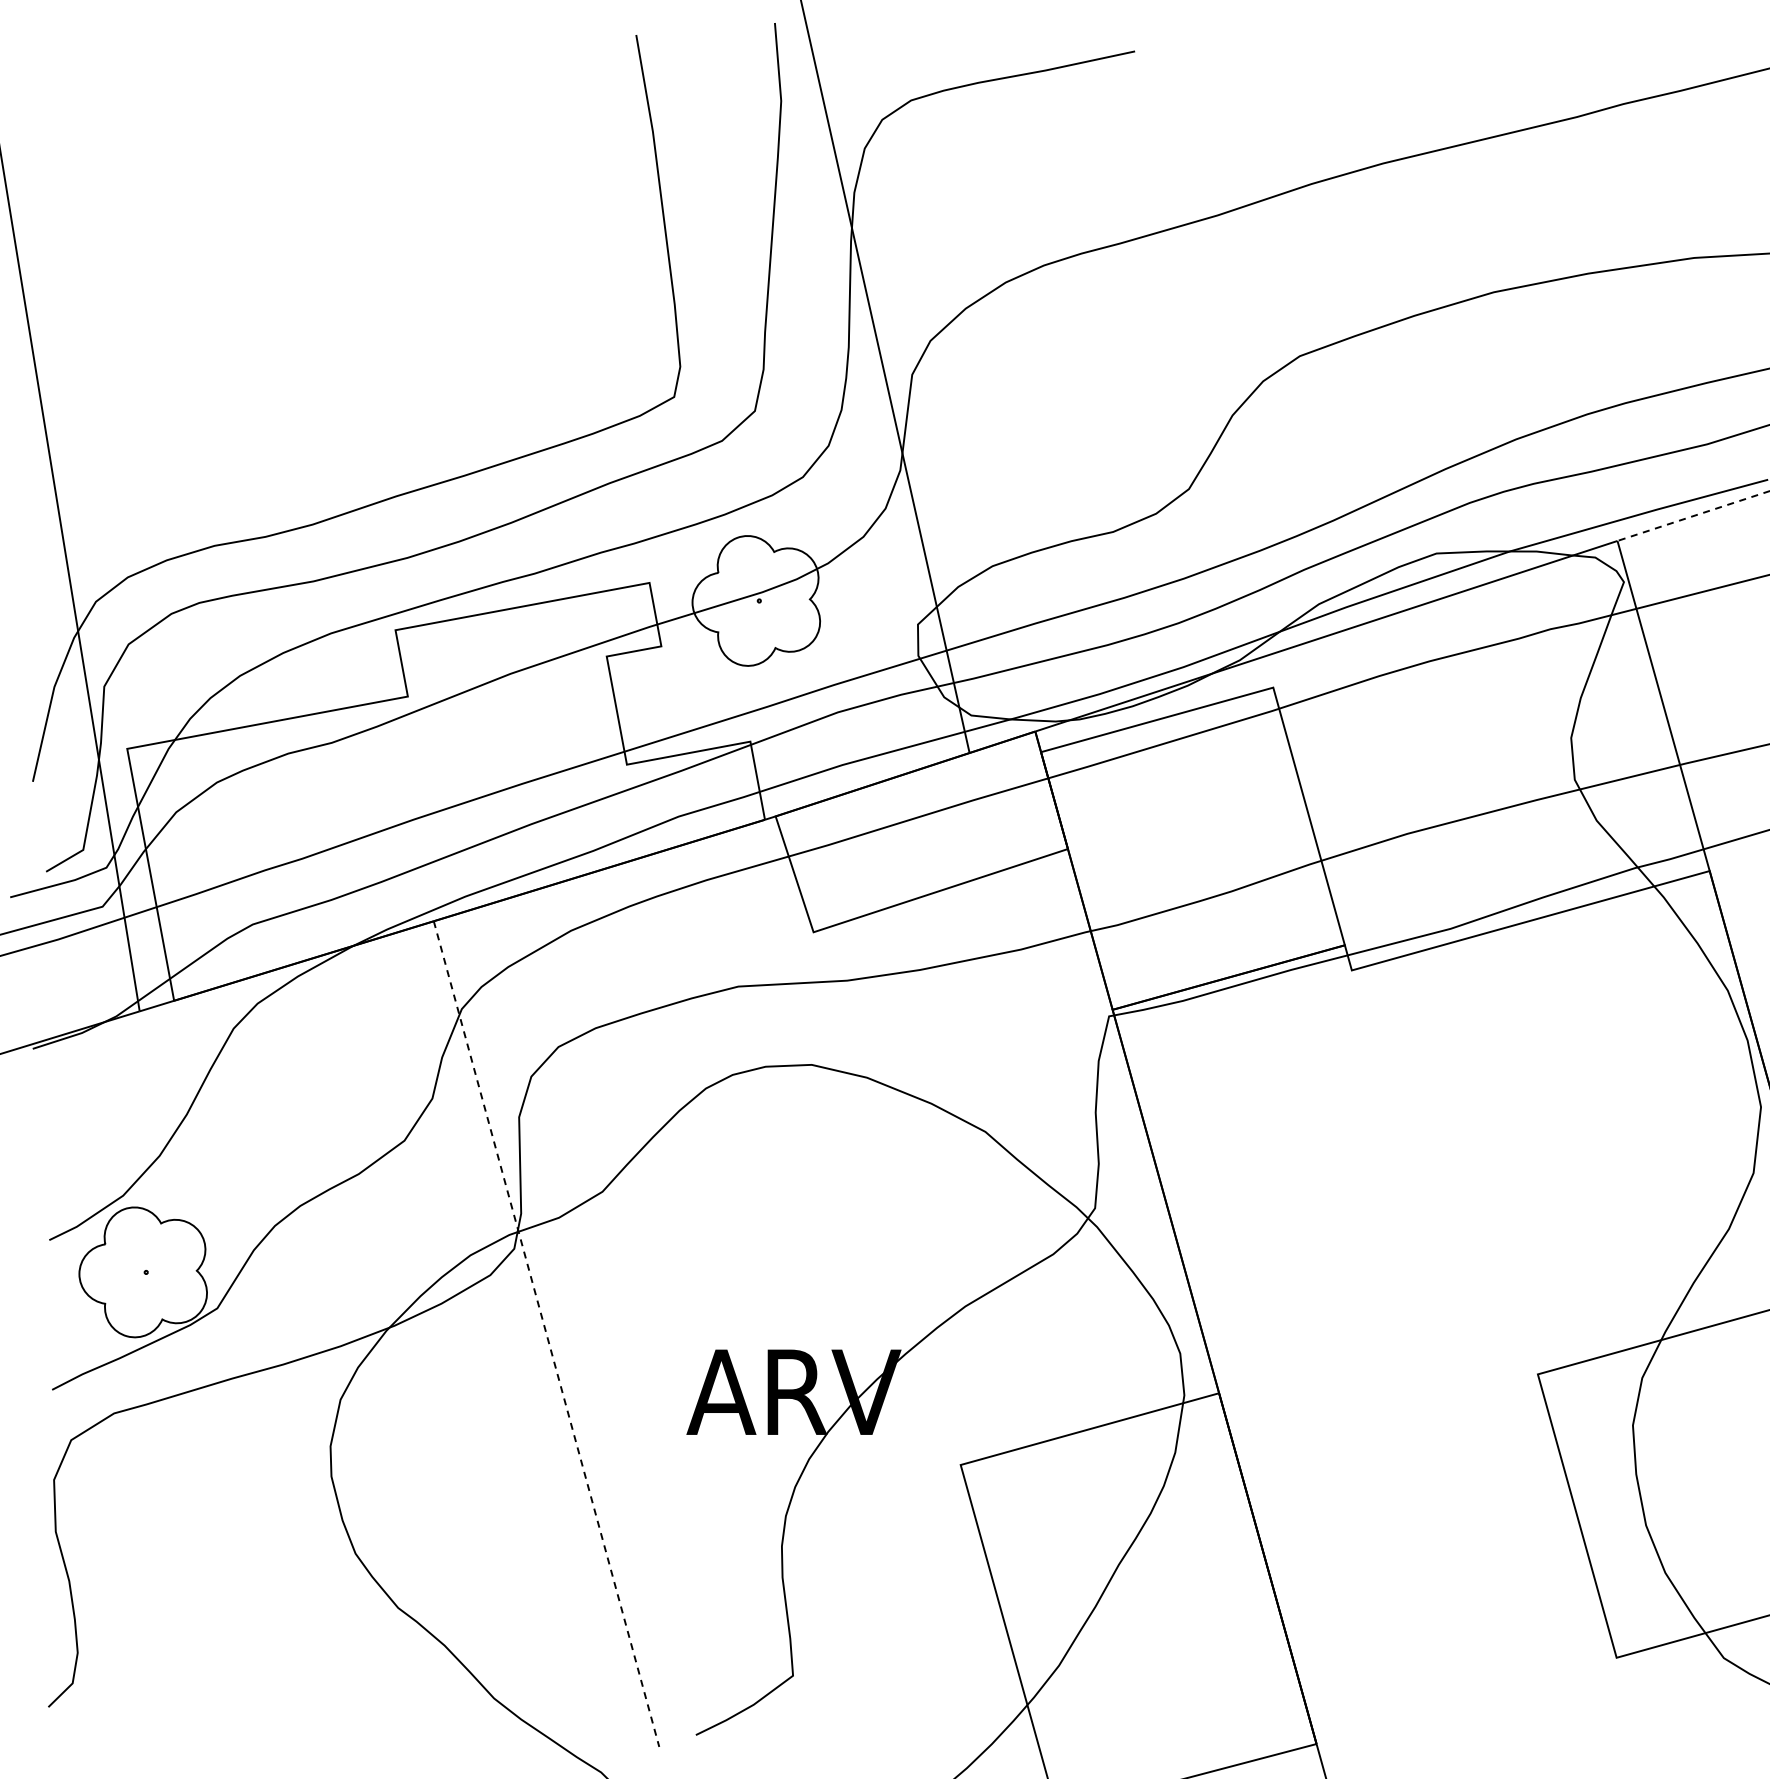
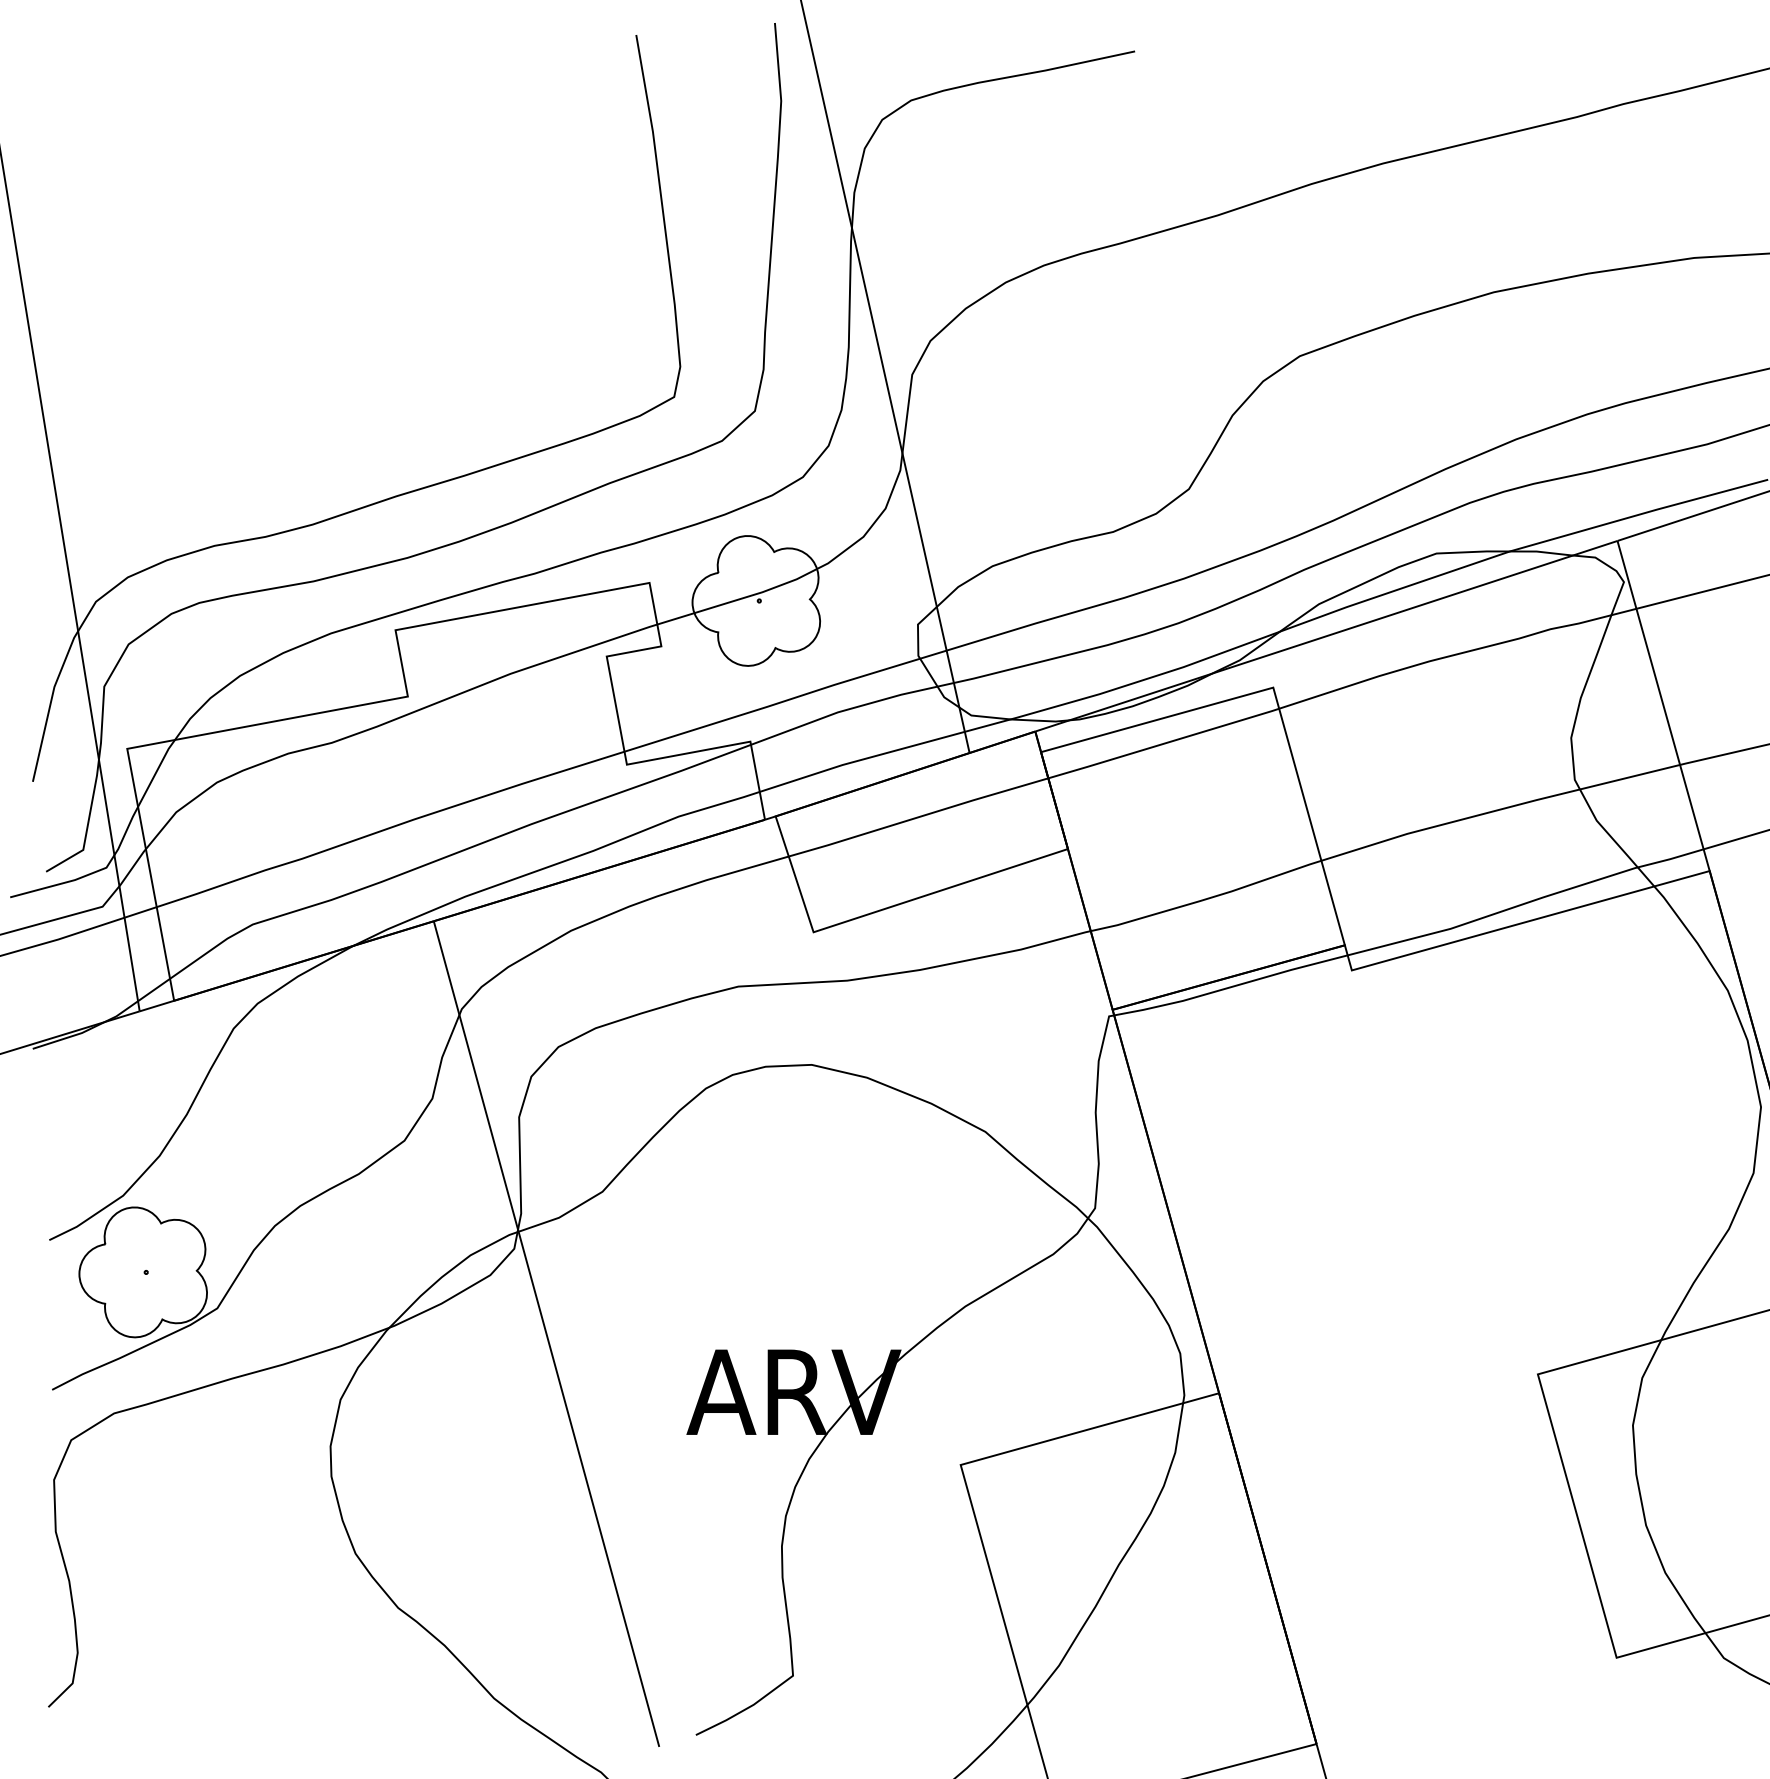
line at (1693, 516): dashed -> solid
line at (546, 1334): dashed -> solid
